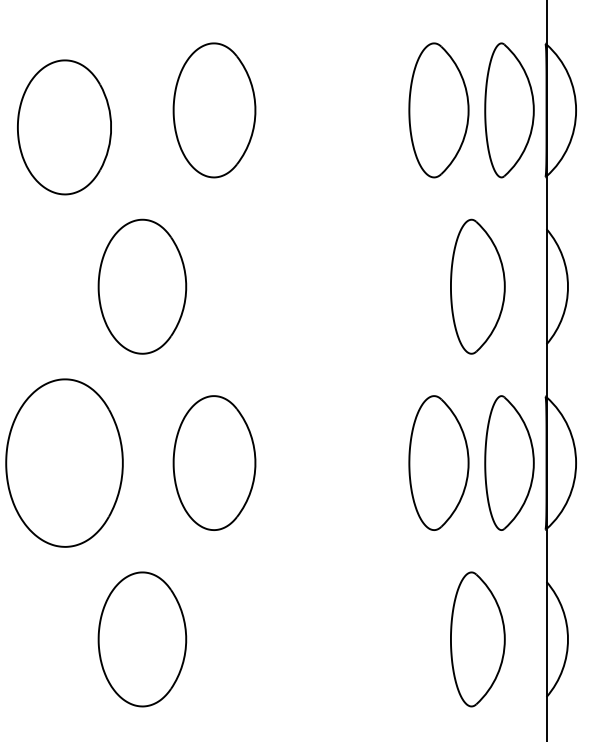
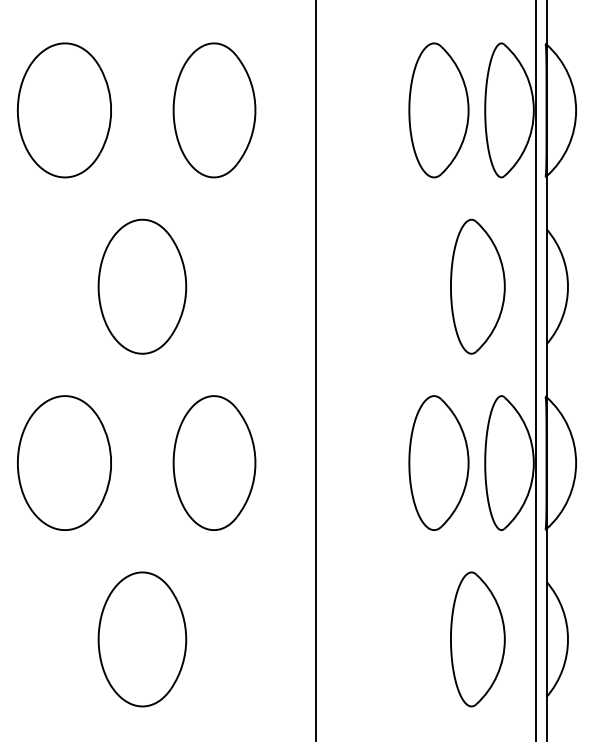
part at (64, 127) position: (64, 127) -> (64, 110)
line at (315, 370): none -> present
line at (536, 370): none -> present
part at (64, 462) size: 119x170 px -> 95x136 px
